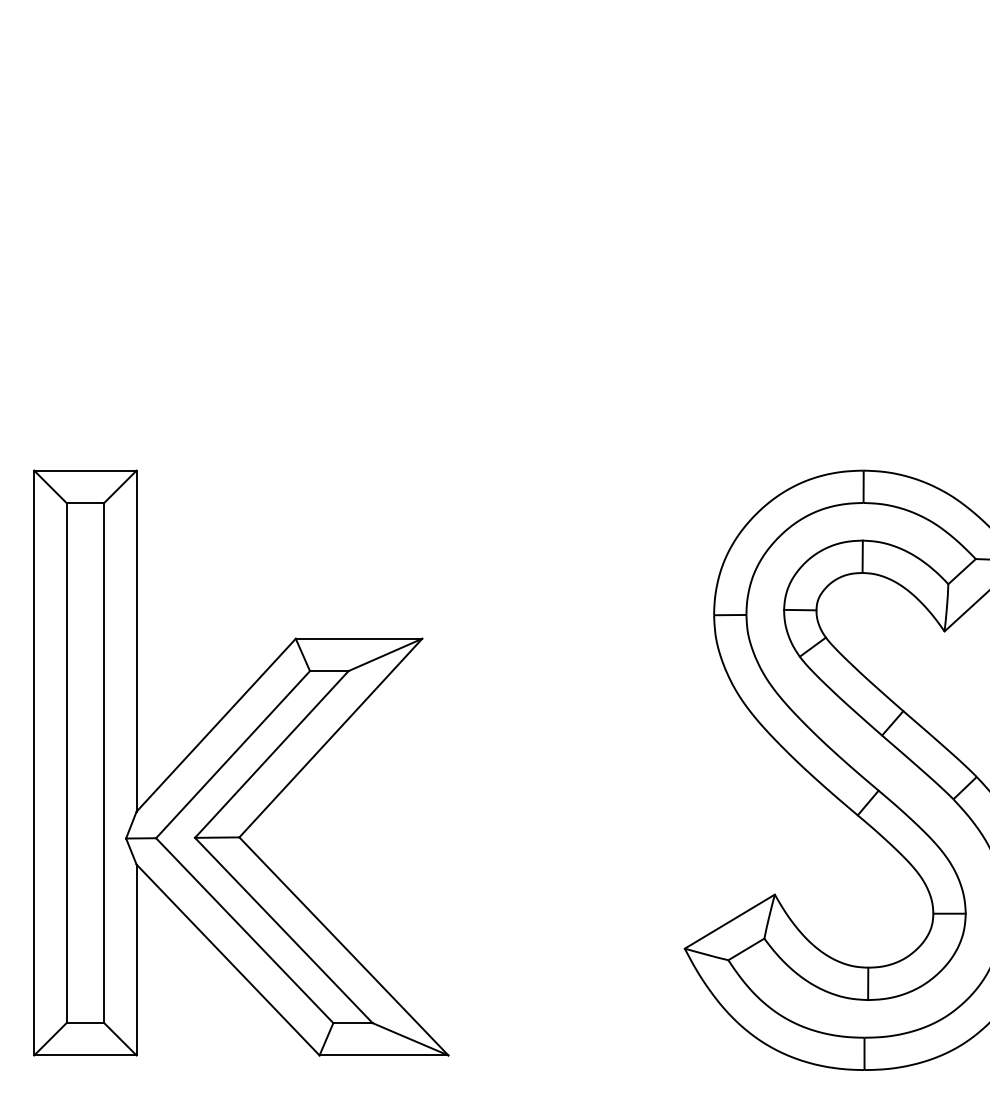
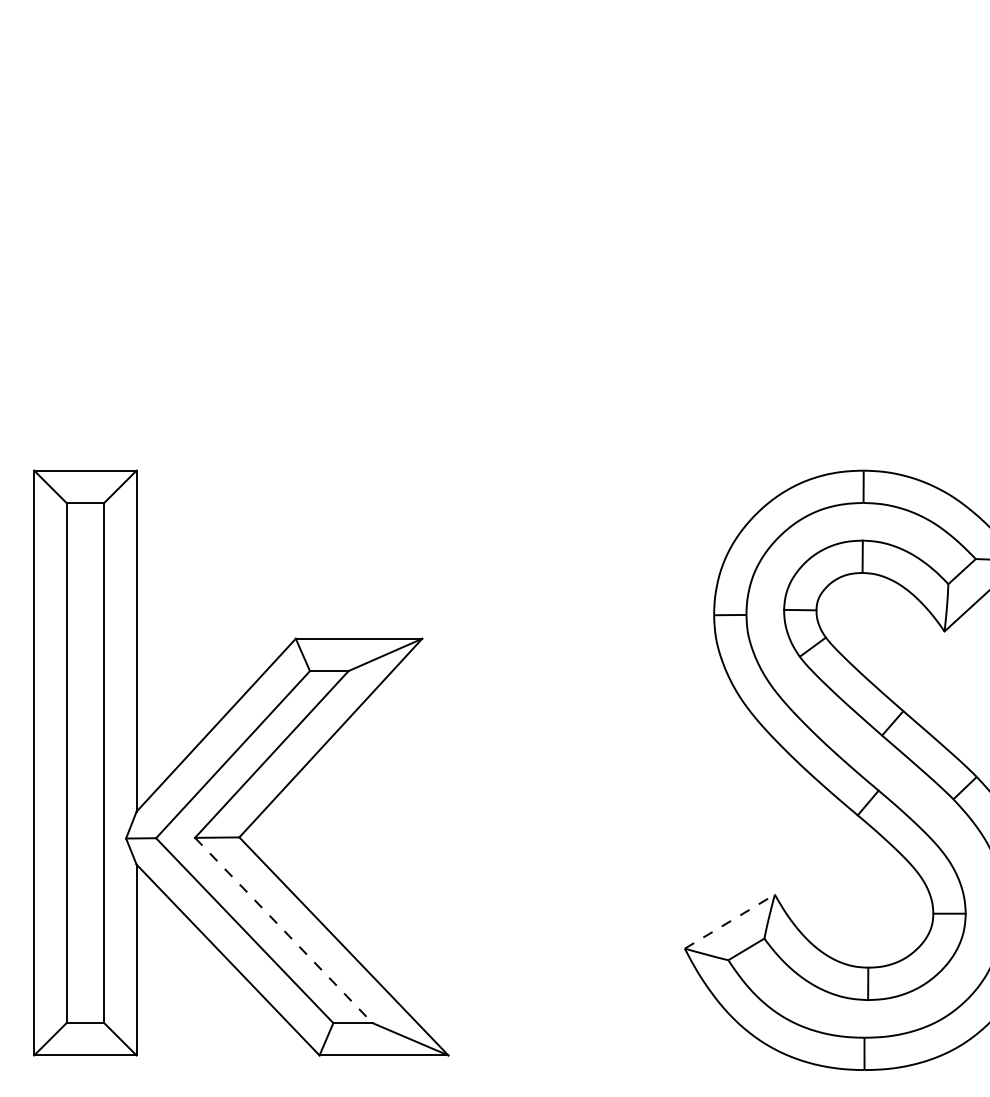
line at (730, 921): solid -> dashed
line at (284, 930): solid -> dashed
